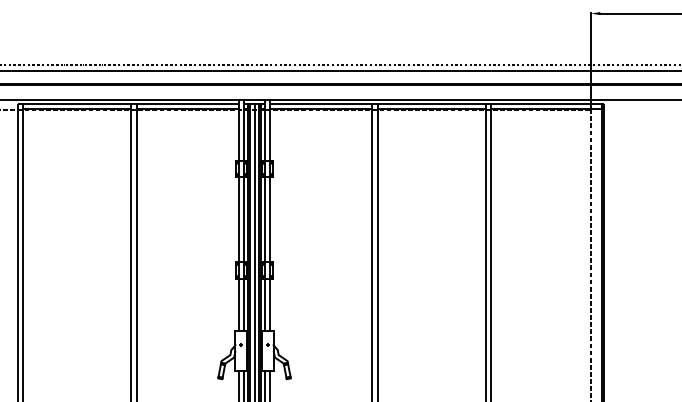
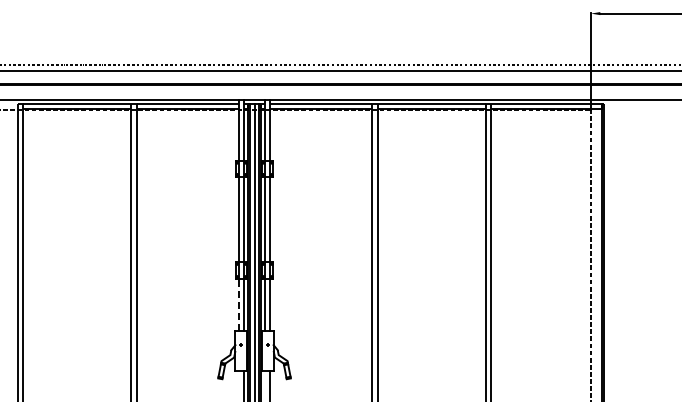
line at (238, 304): solid -> dashed
line at (238, 384): present -> none
line at (265, 384): present -> none
